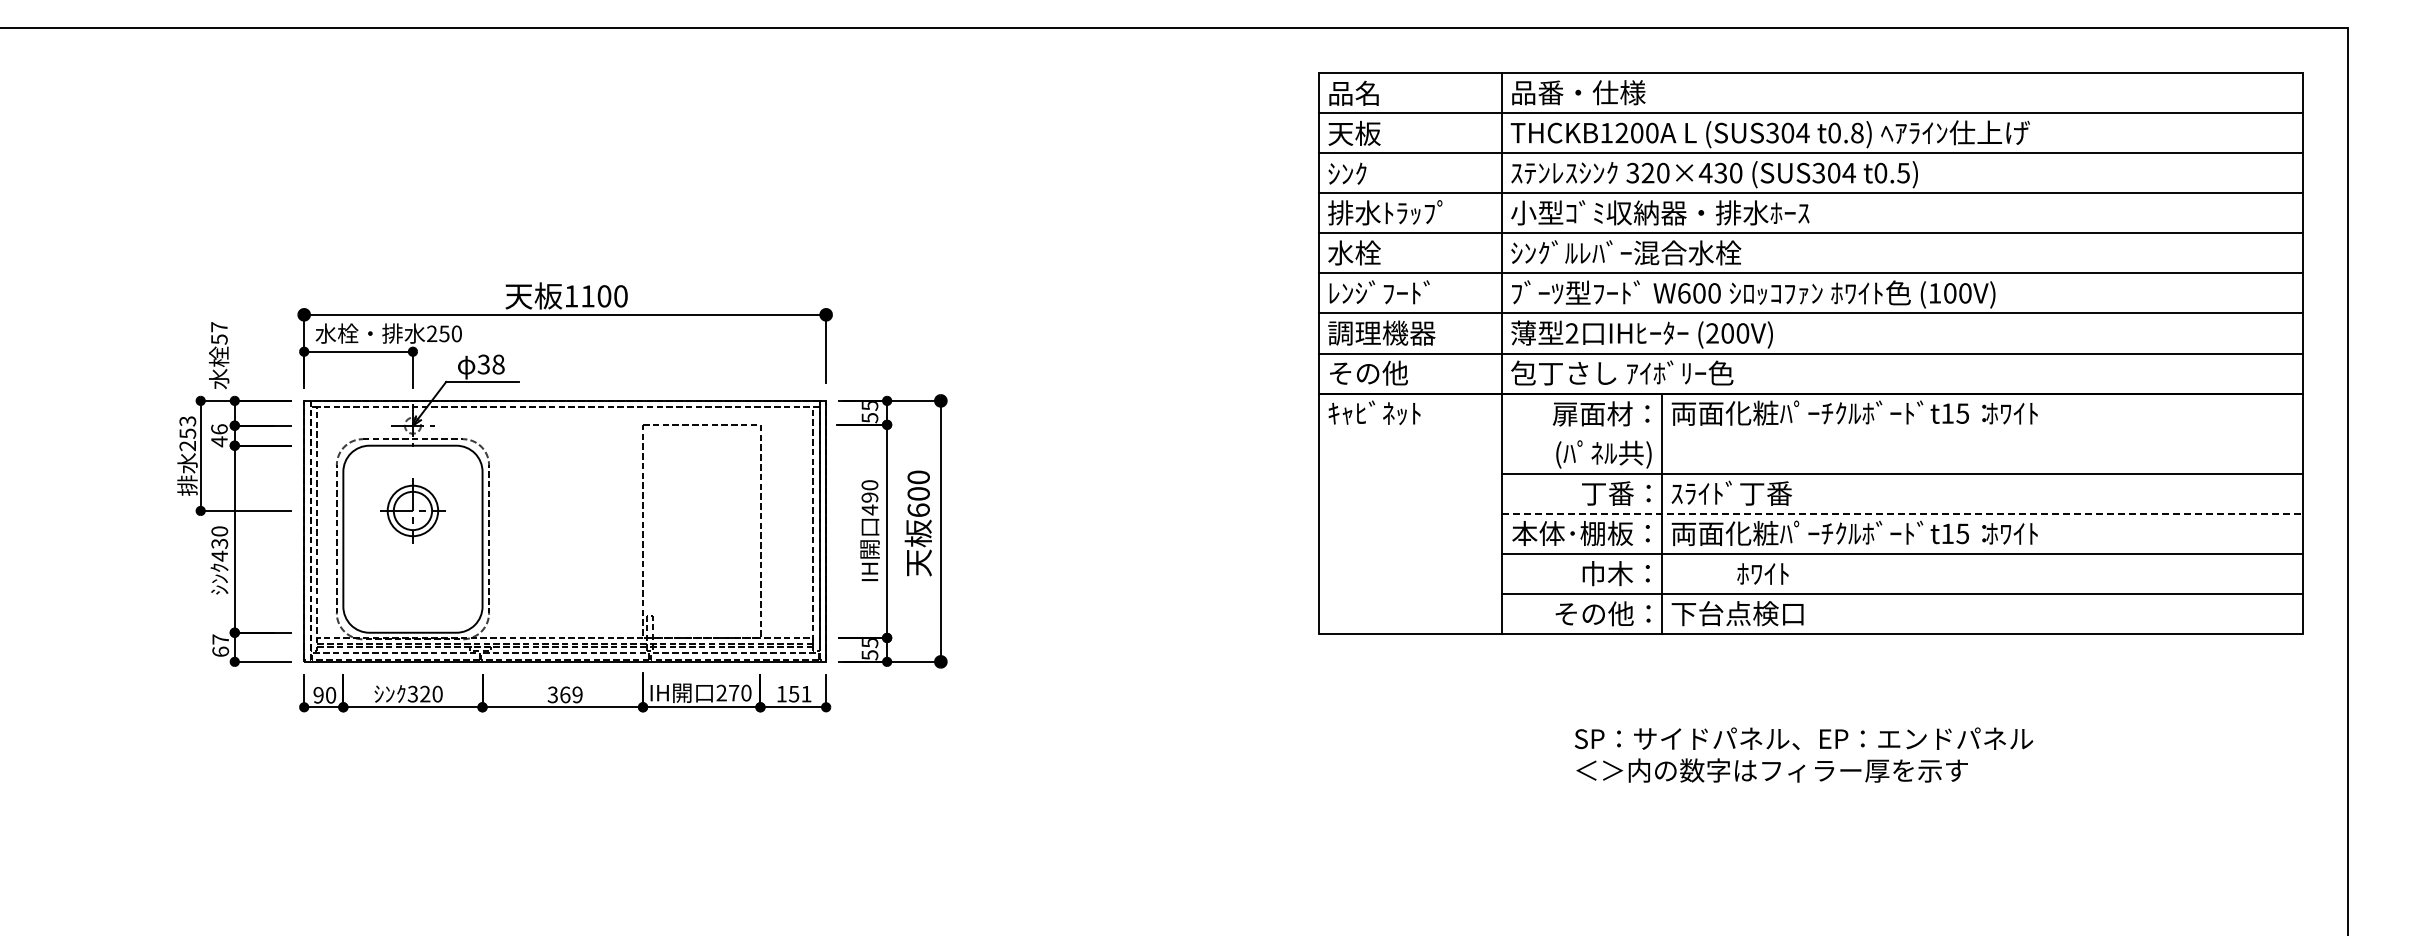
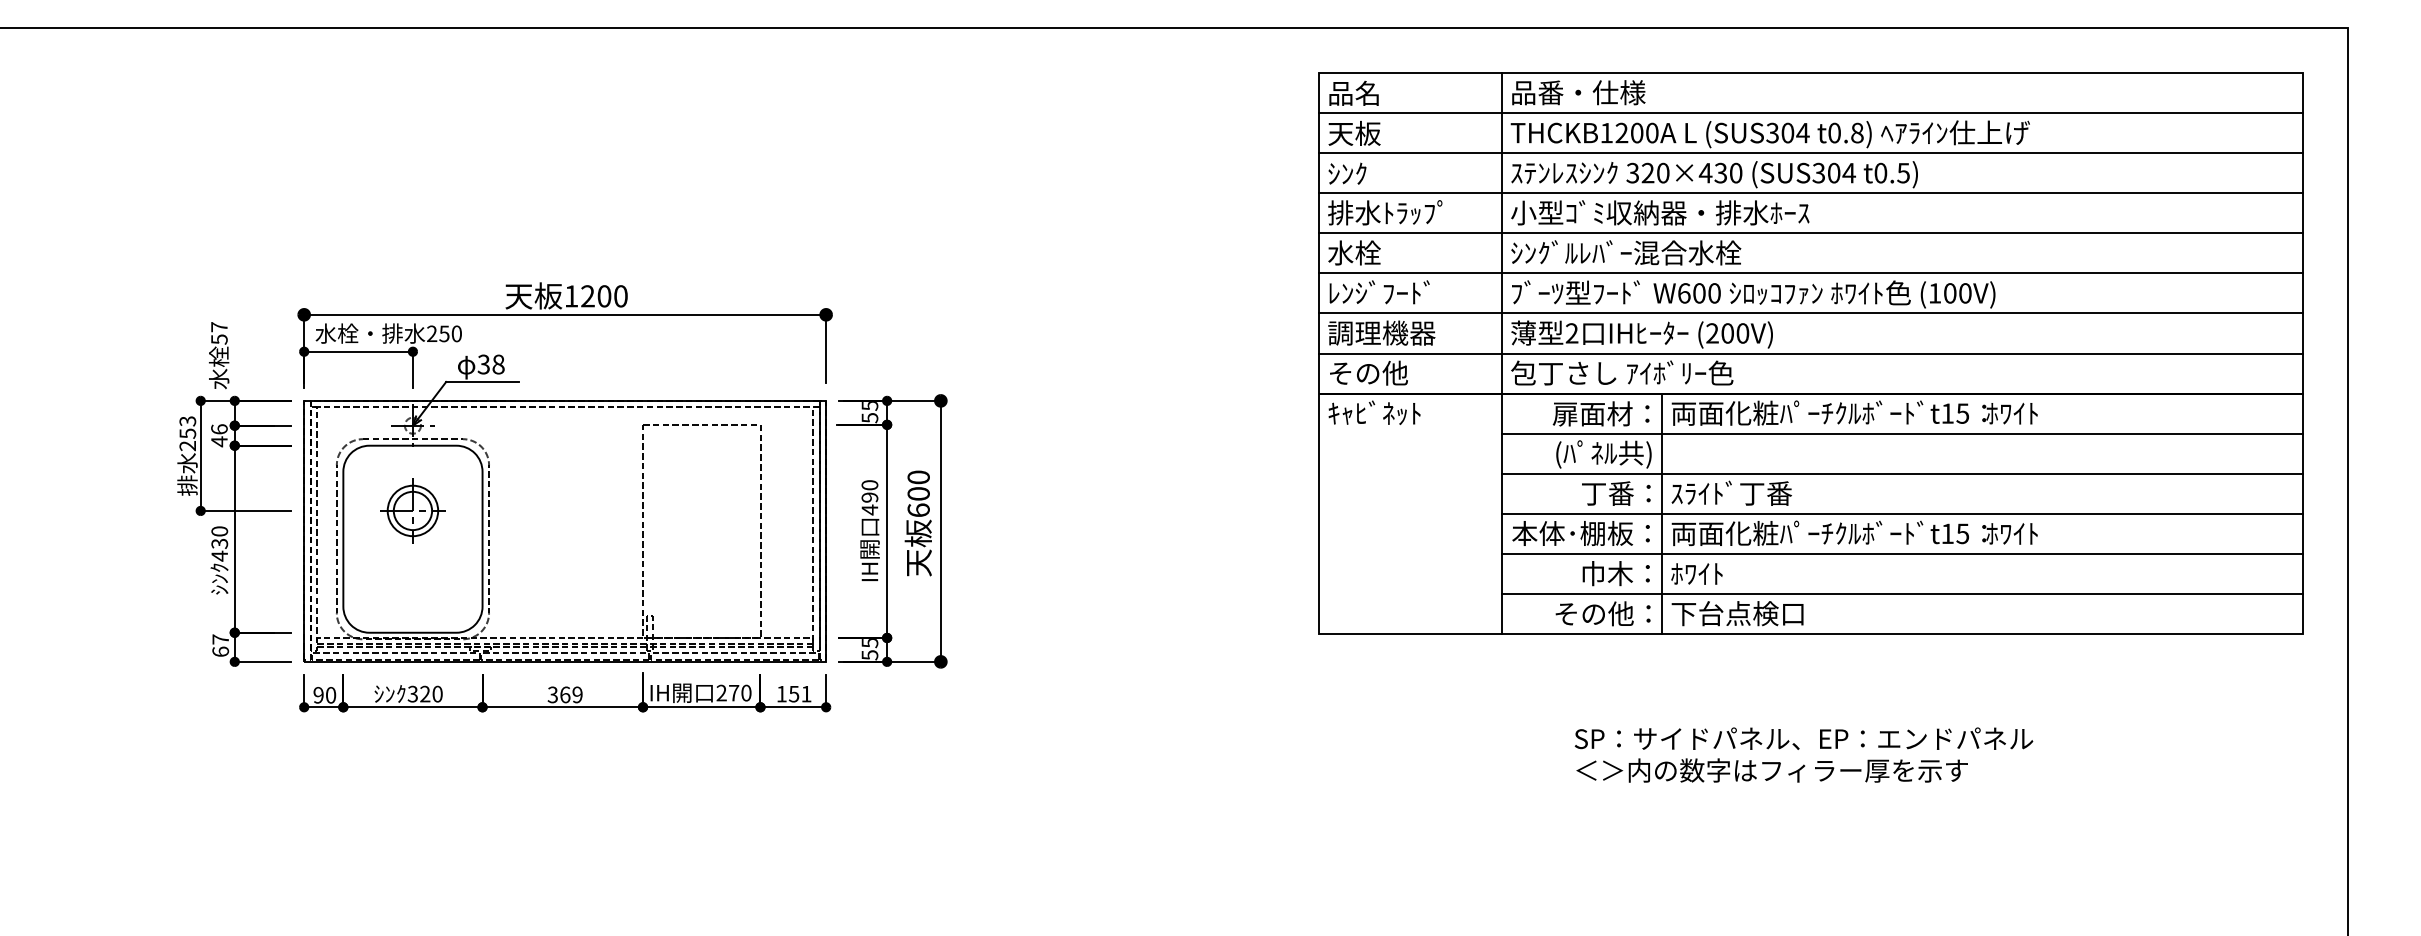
text at (587, 296): 1100 -> 1200
line at (1902, 433): none -> present
line at (1902, 513): dashed -> solid
text at (1762, 573) position: (1762, 573) -> (1696, 573)
